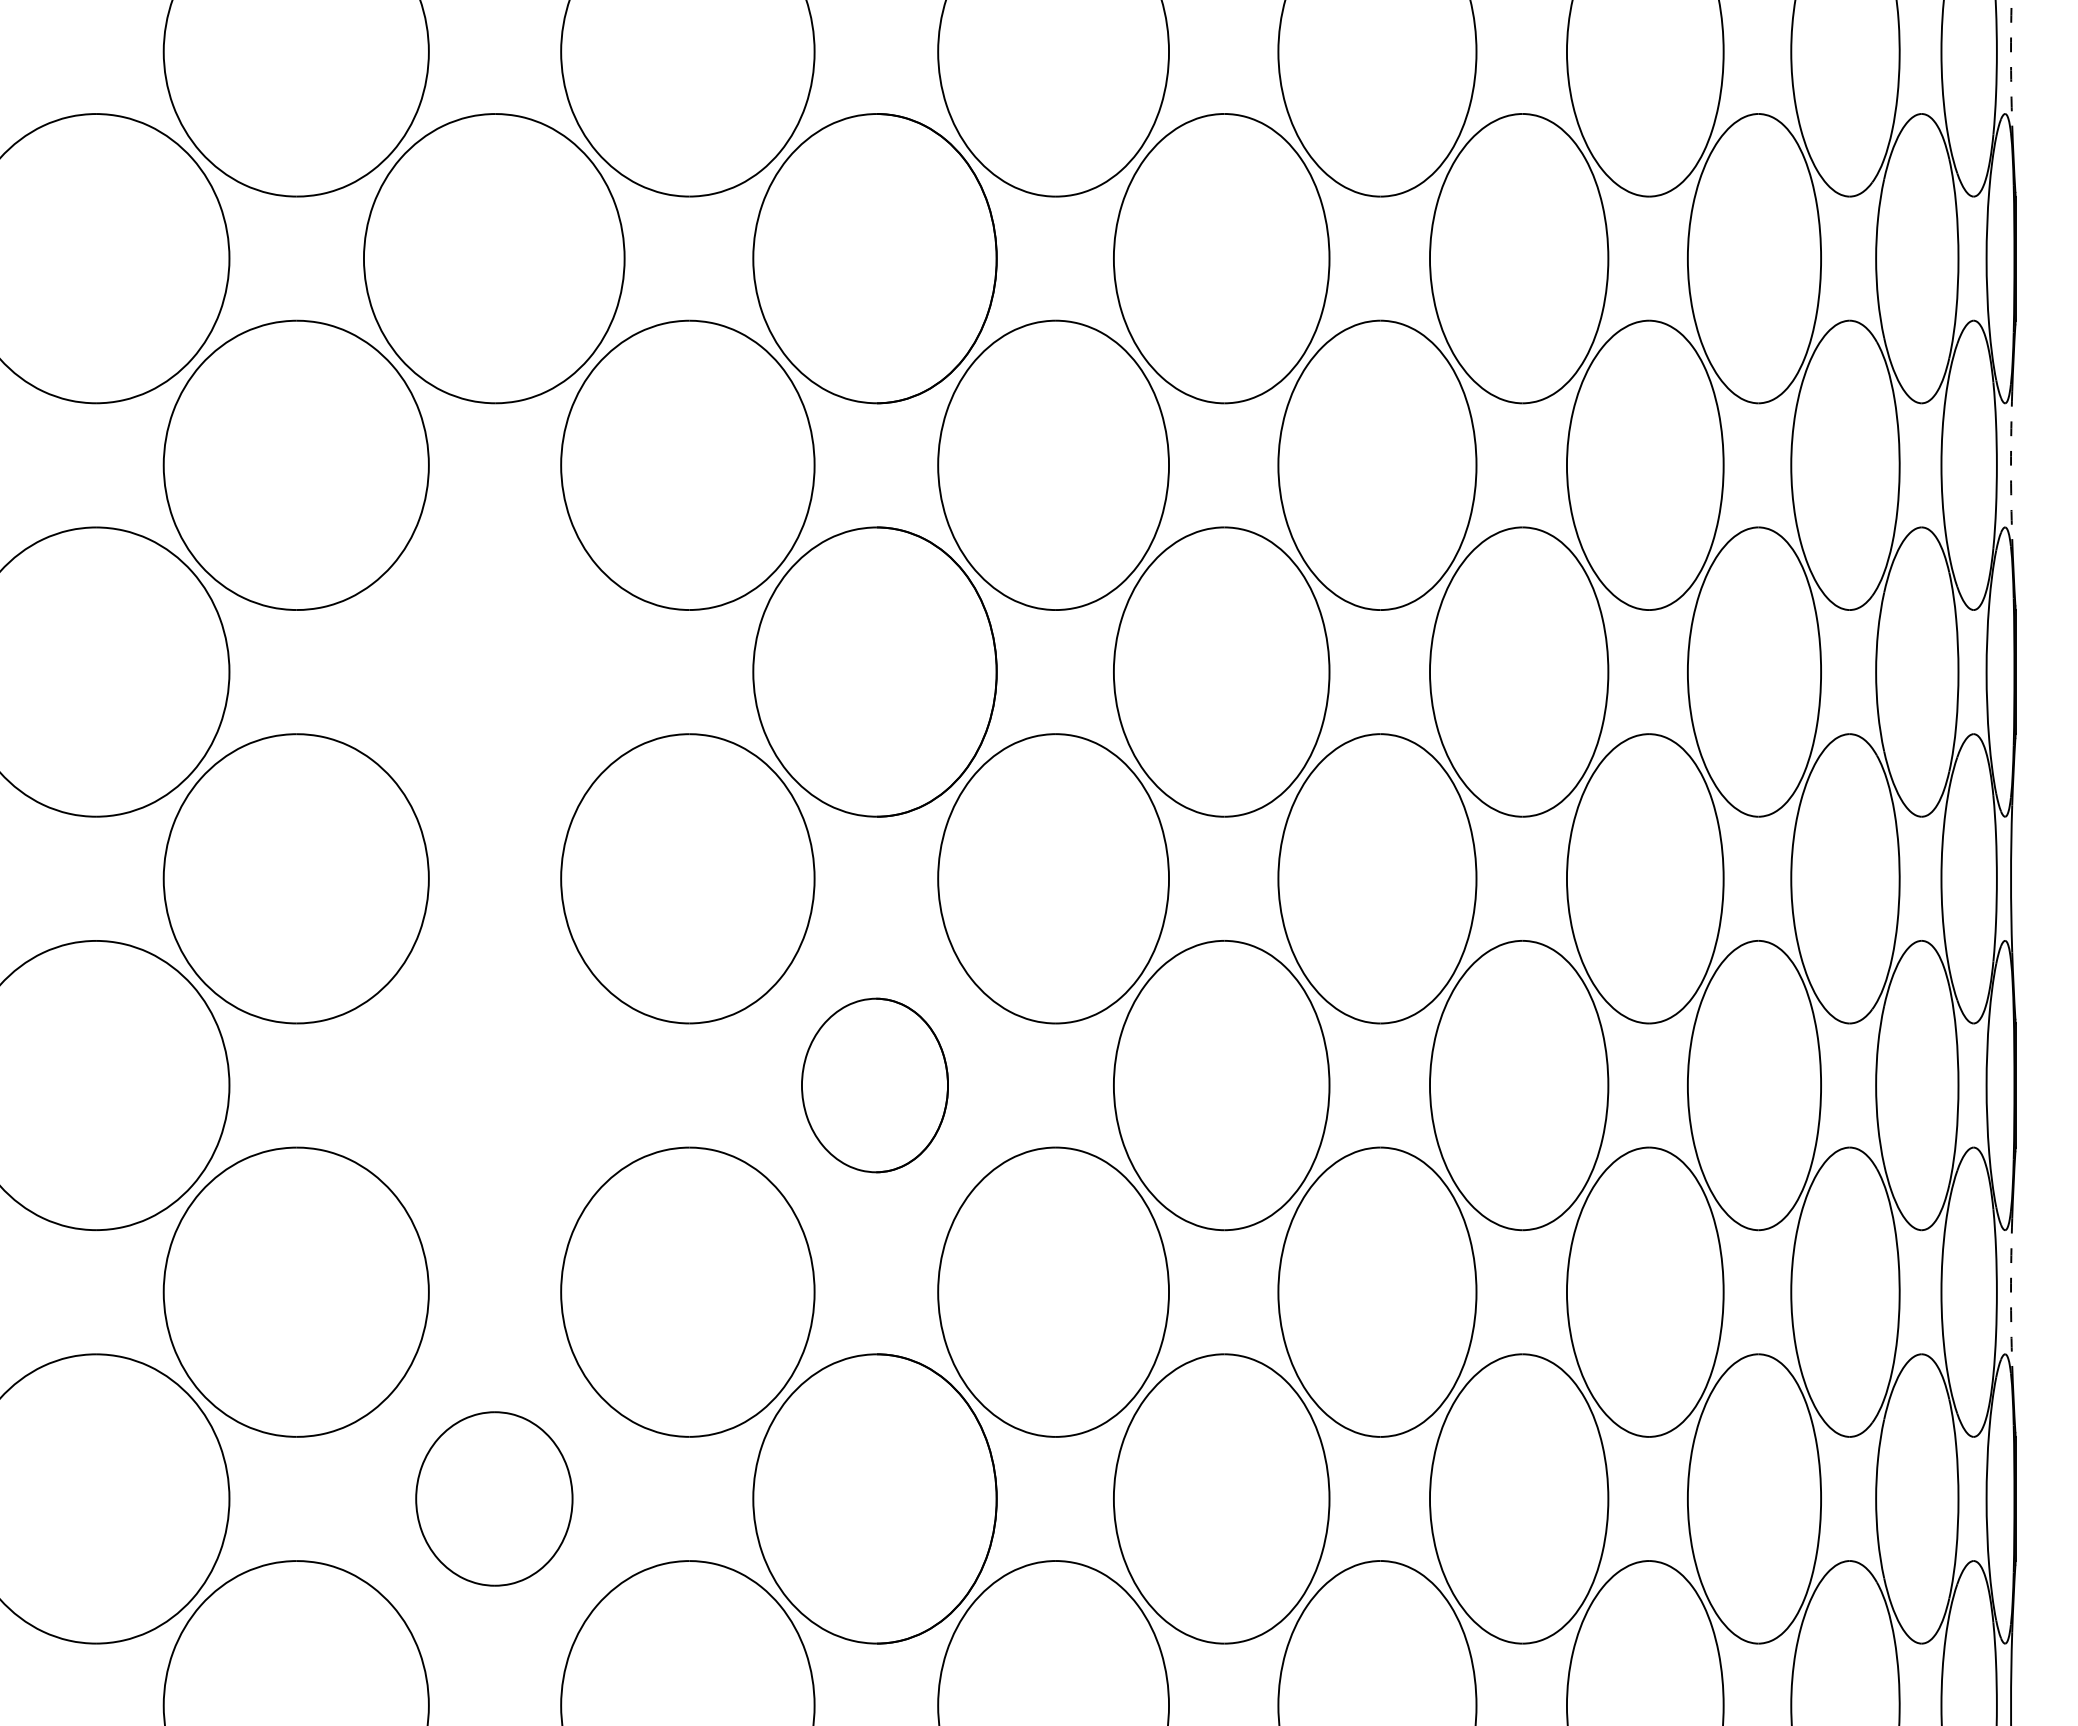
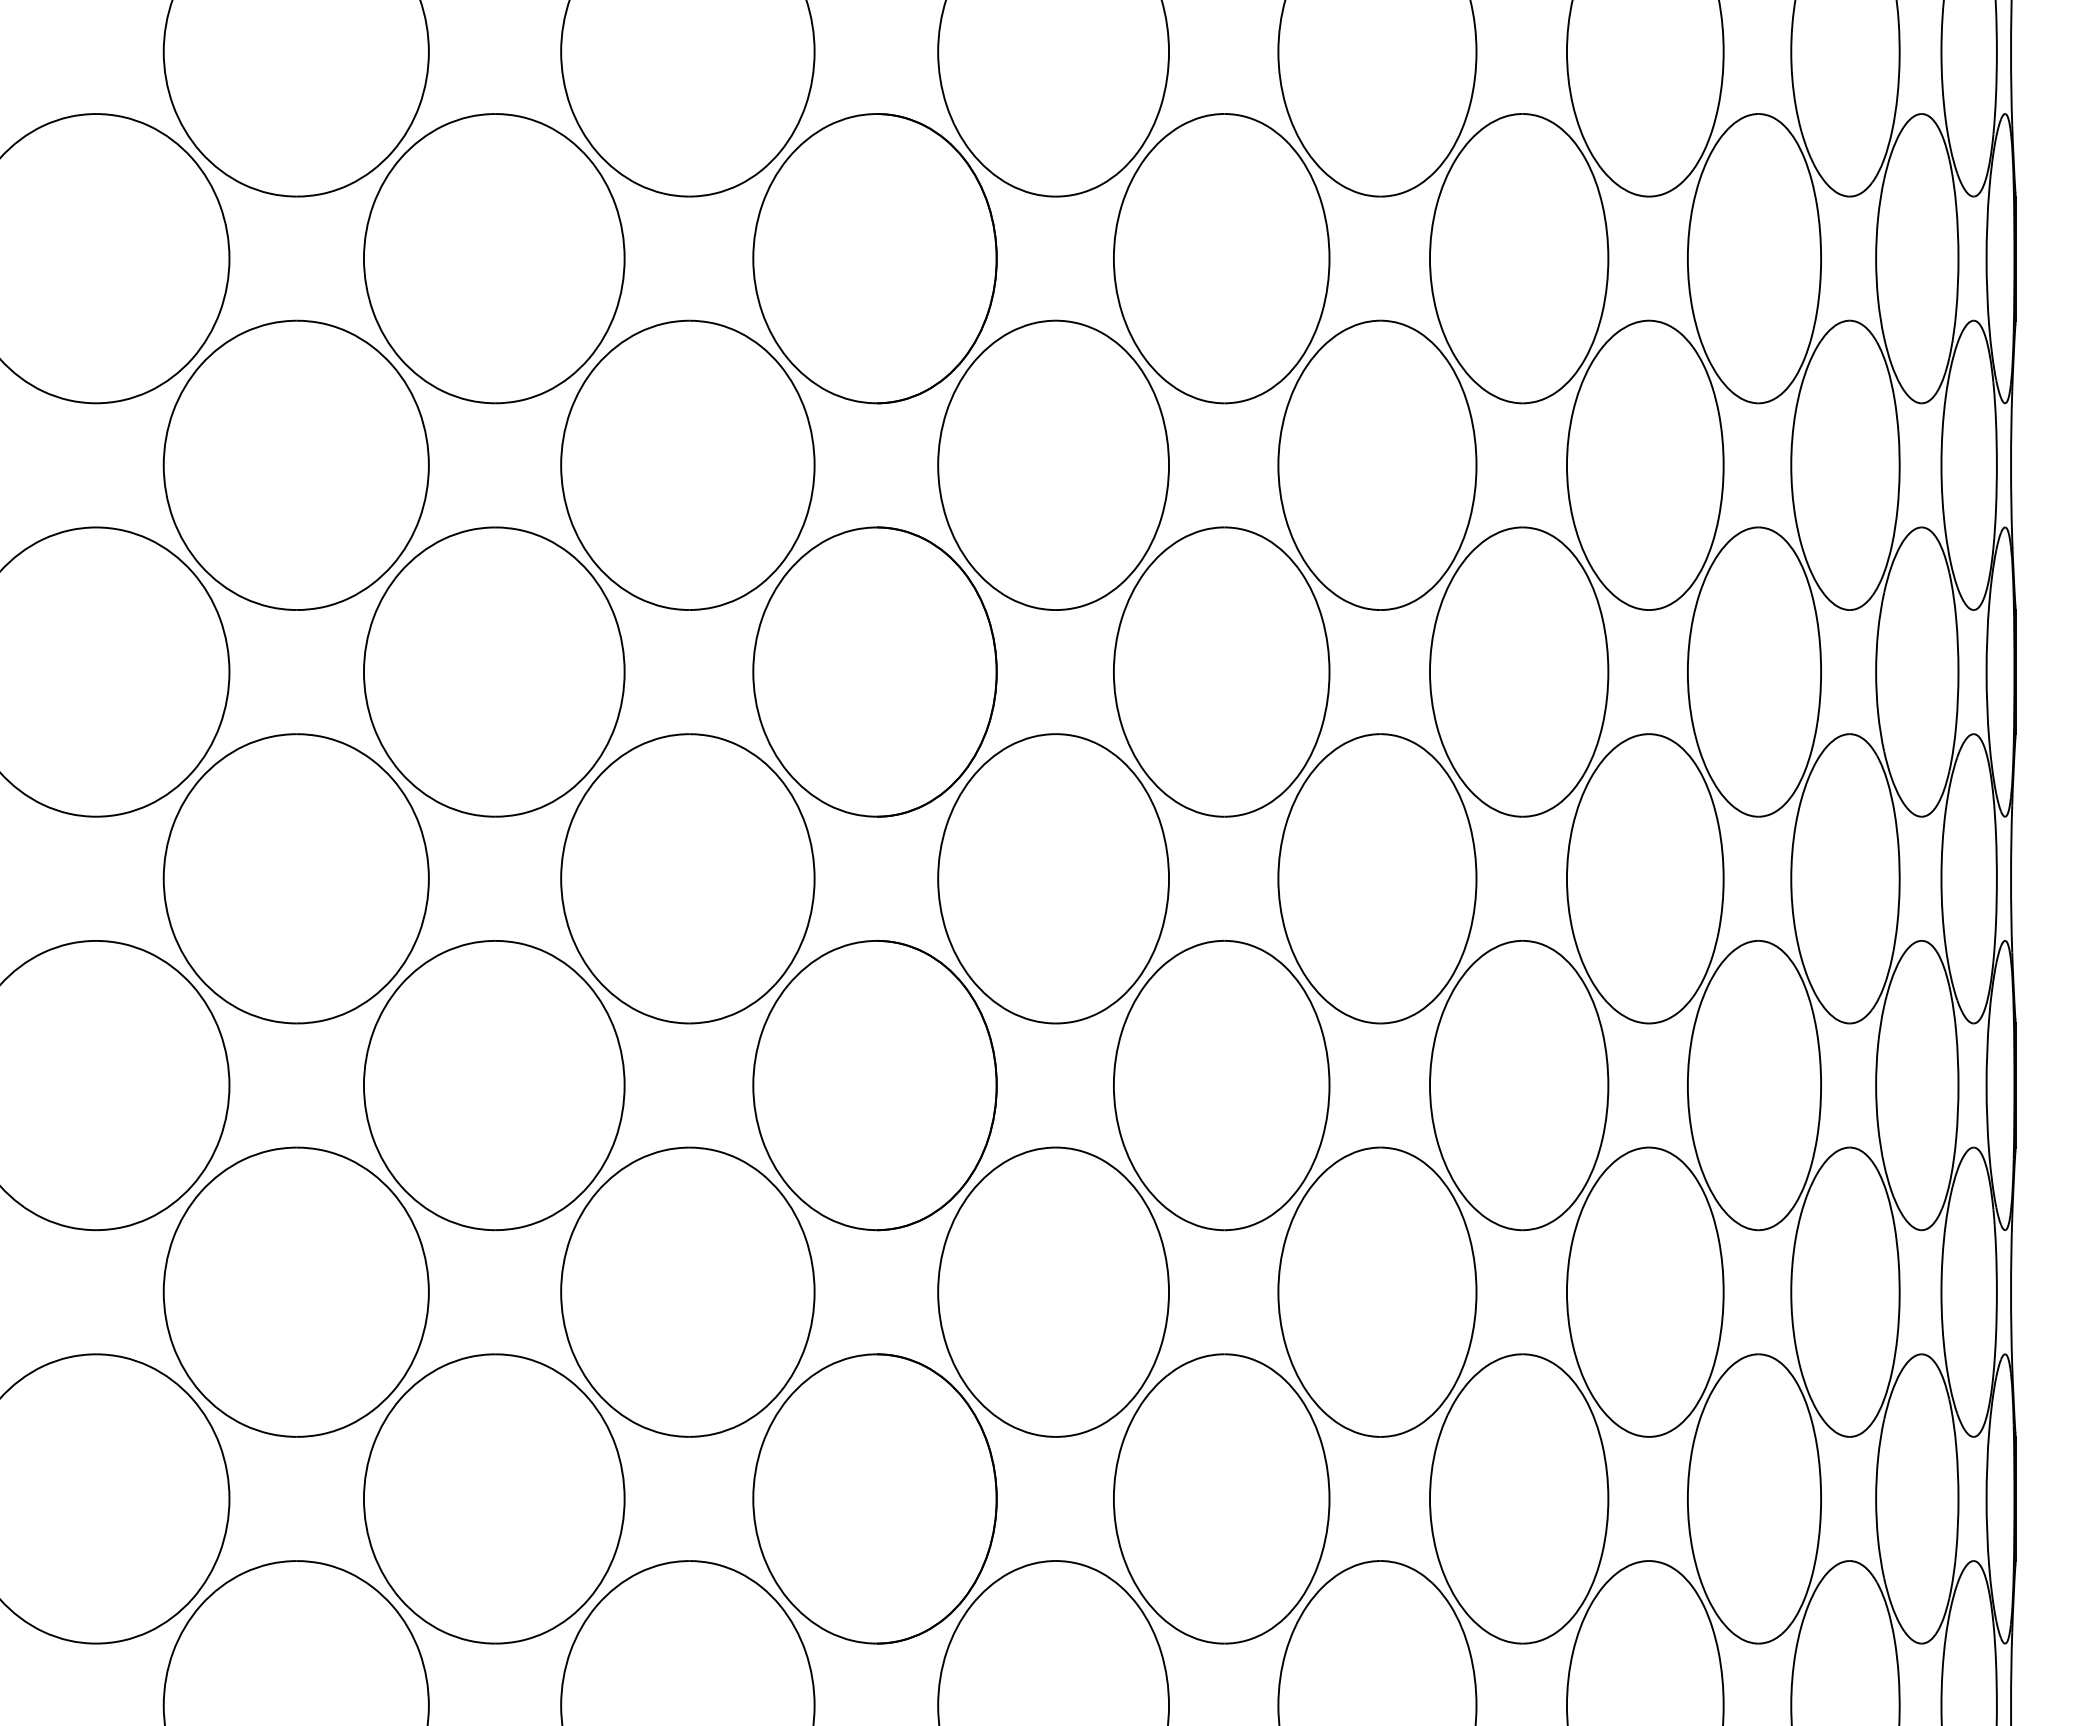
arc at (2011, 63): dashed -> solid
arc at (2011, 465): dashed -> solid
part at (494, 671): none -> present
part at (494, 1085): none -> present
part at (874, 1085) size: 148x177 px -> 246x293 px
arc at (2011, 1292): dashed -> solid
part at (494, 1498) size: 159x176 px -> 263x292 px
